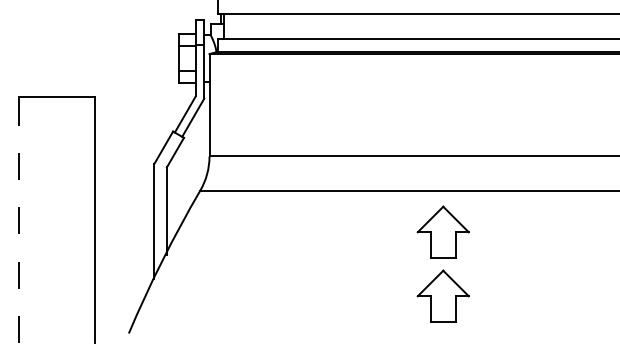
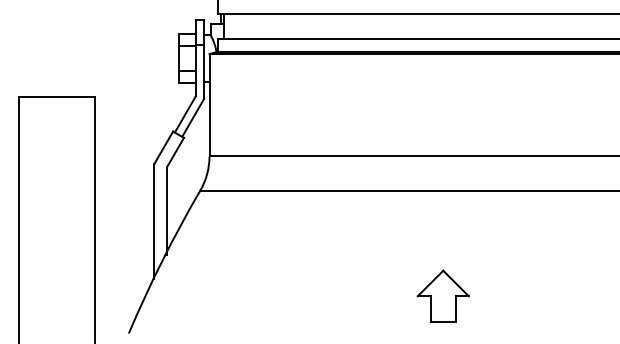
line at (18, 219): dashed -> solid
part at (442, 231): present -> none
